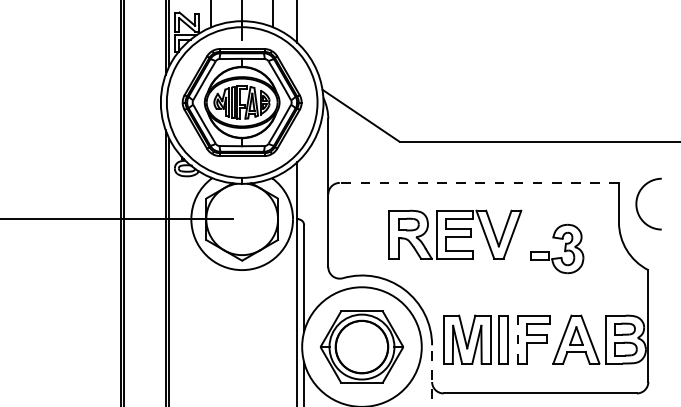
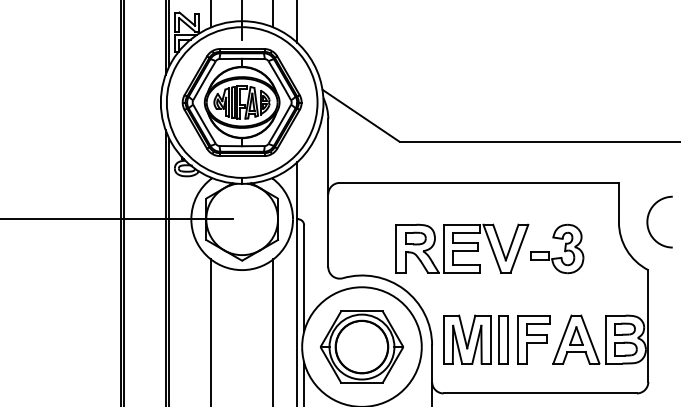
line at (479, 182): dashed -> solid
arc at (637, 203) position: (637, 203) -> (648, 221)
part at (455, 234) position: (455, 234) -> (462, 248)
line at (211, 331): none -> present
line at (273, 331): none -> present
line at (517, 339): dashed -> solid
line at (432, 375): dashed -> solid
